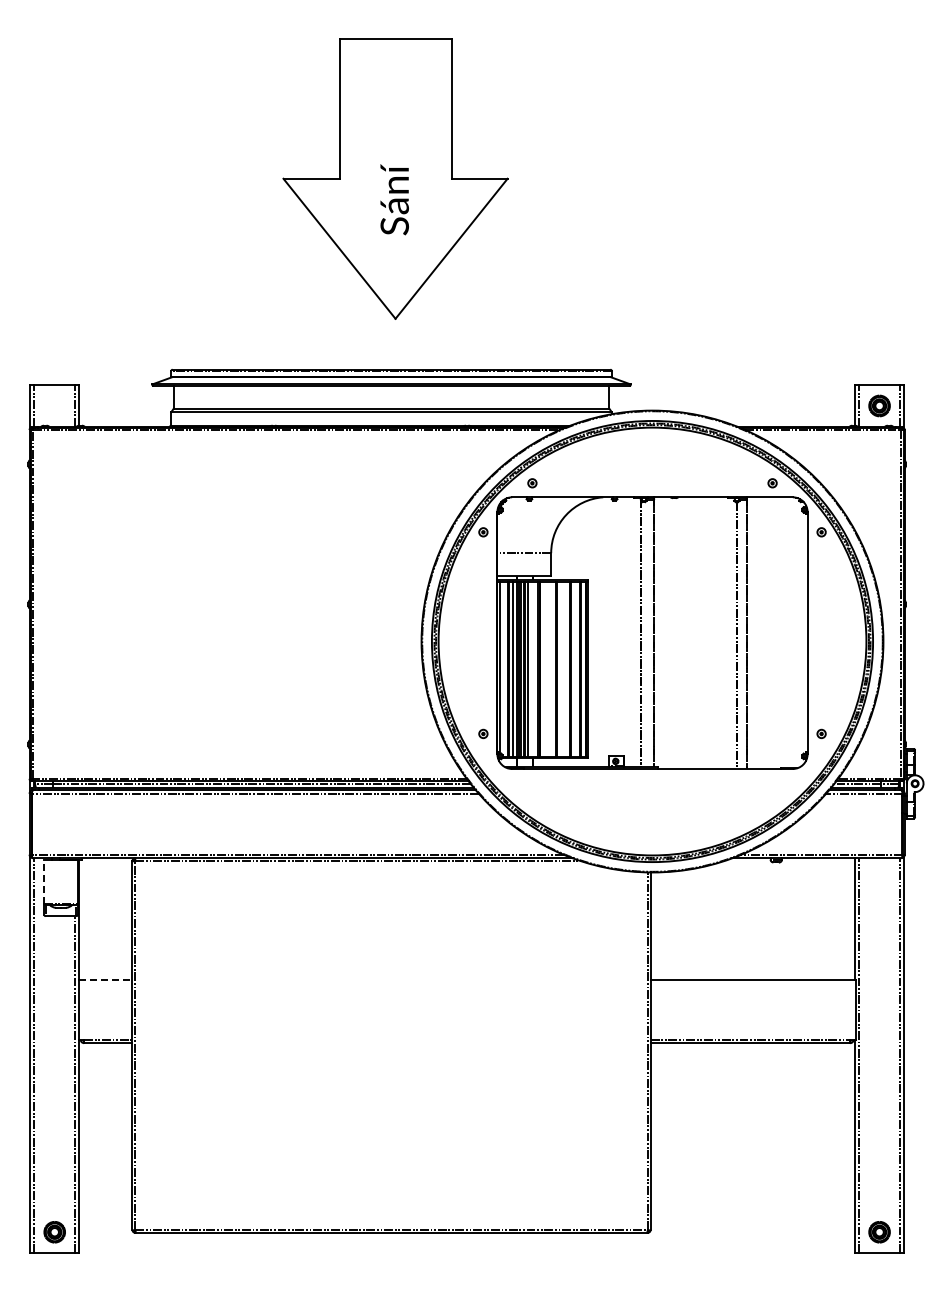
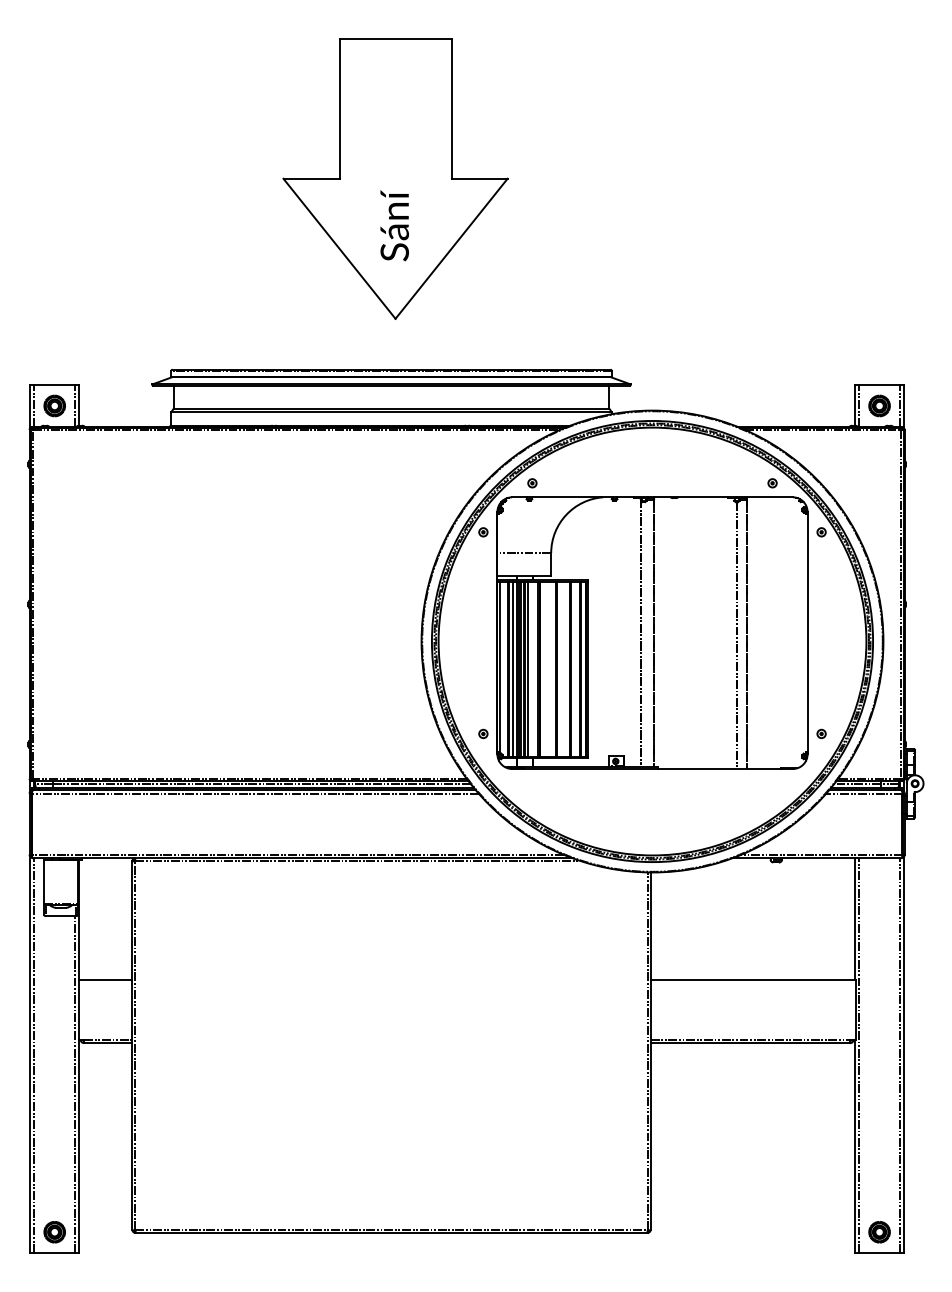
text at (394, 199) position: (394, 199) -> (394, 225)
part at (54, 405): none -> present
line at (44, 881): dashed -> solid
line at (105, 980): dashed -> solid
